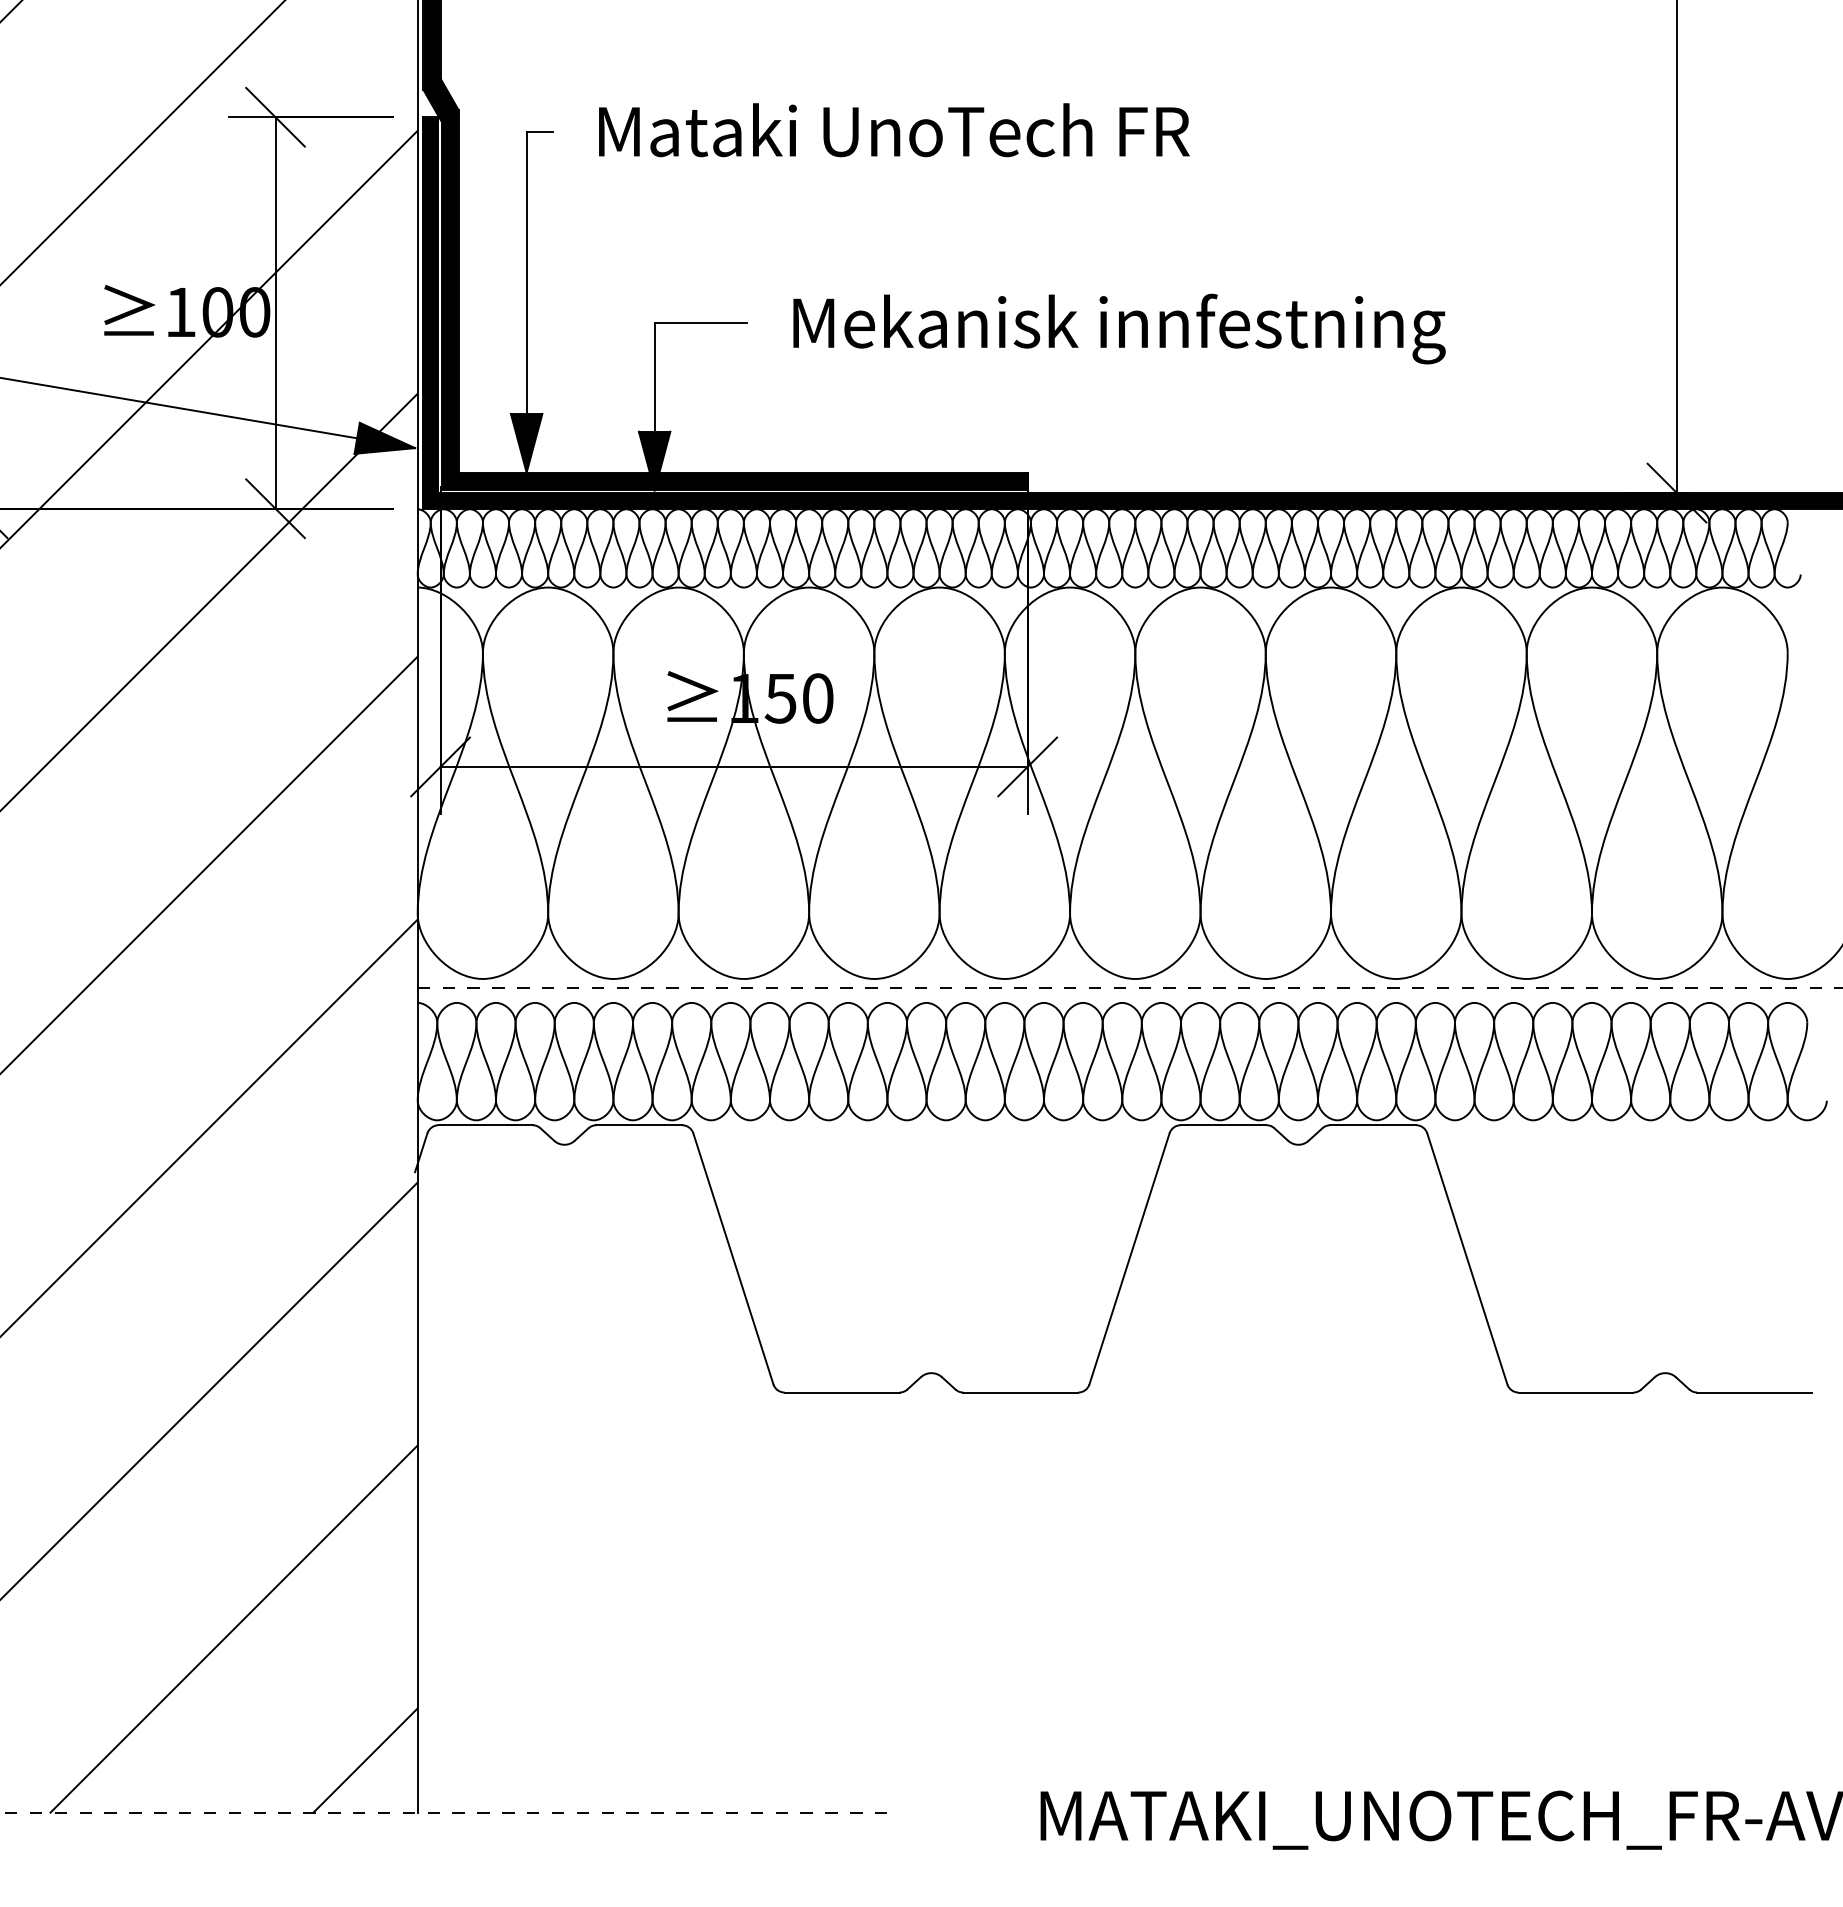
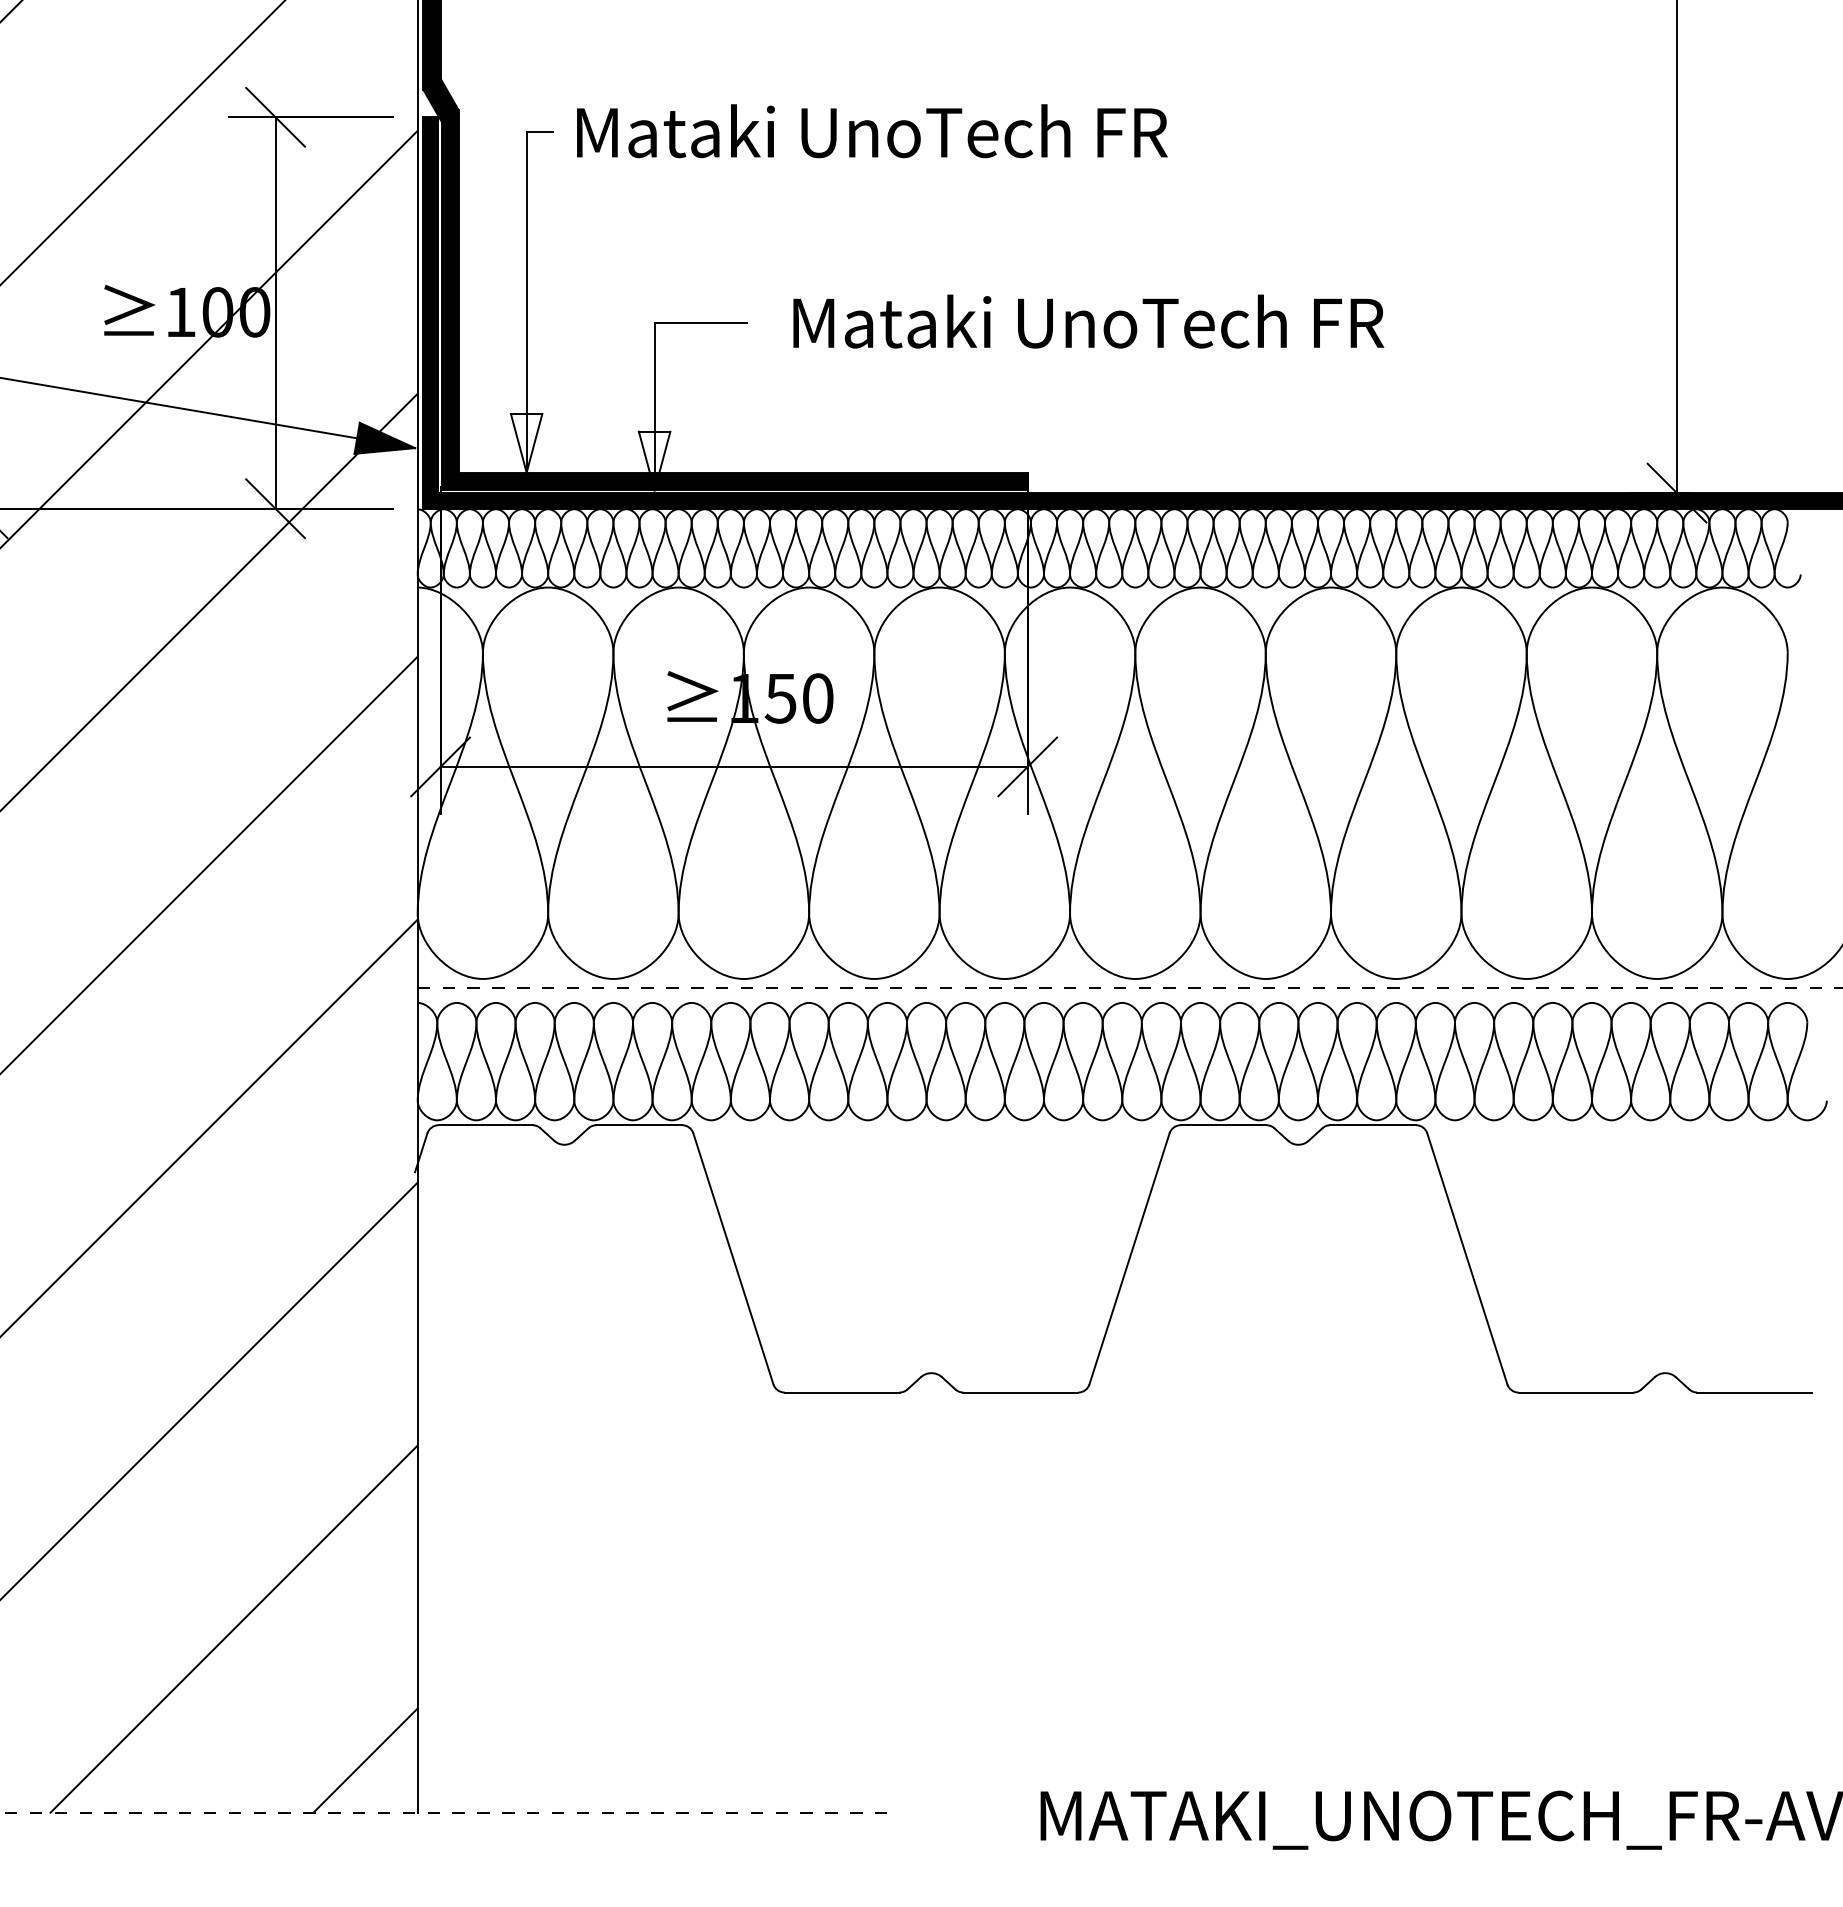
text at (894, 130) position: (894, 130) -> (872, 131)
text at (1144, 328): Mekanisk innfestning -> Mataki UnoTech FR
fill at (526, 442): present -> none
fill at (654, 460): present -> none
